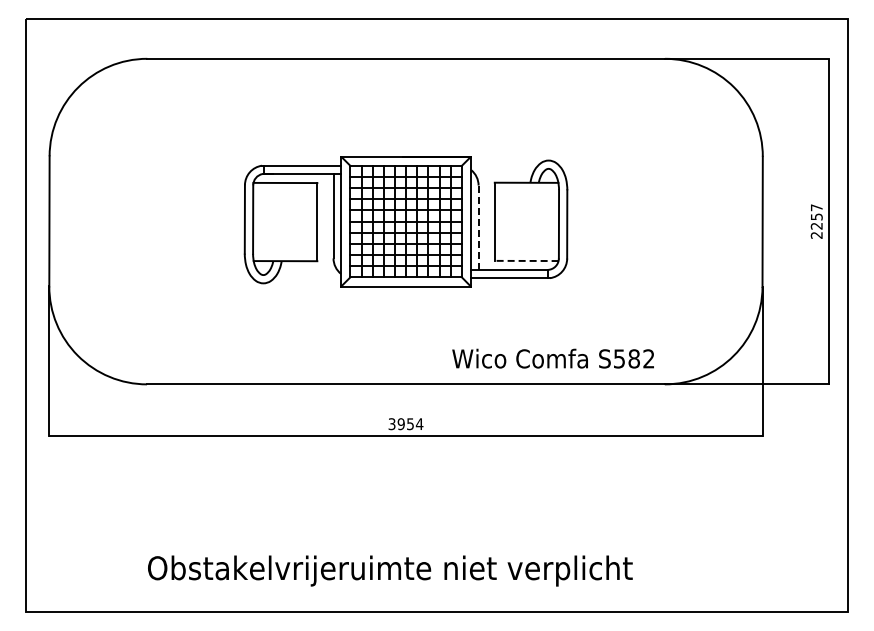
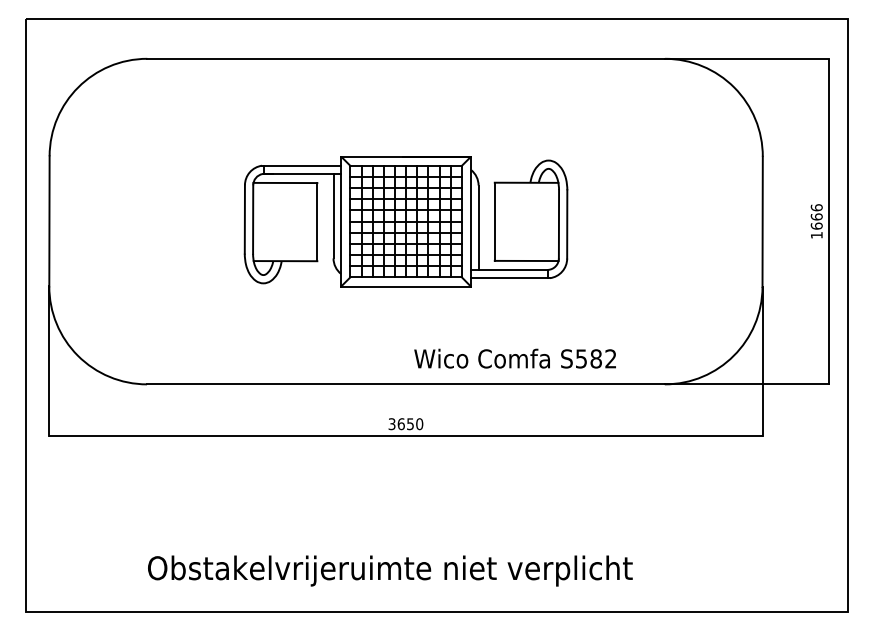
text at (816, 221): 2257 -> 1666
line at (478, 228): dashed -> solid
line at (526, 260): dashed -> solid
text at (552, 358) position: (552, 358) -> (514, 358)
text at (410, 424): 3954 -> 3650
